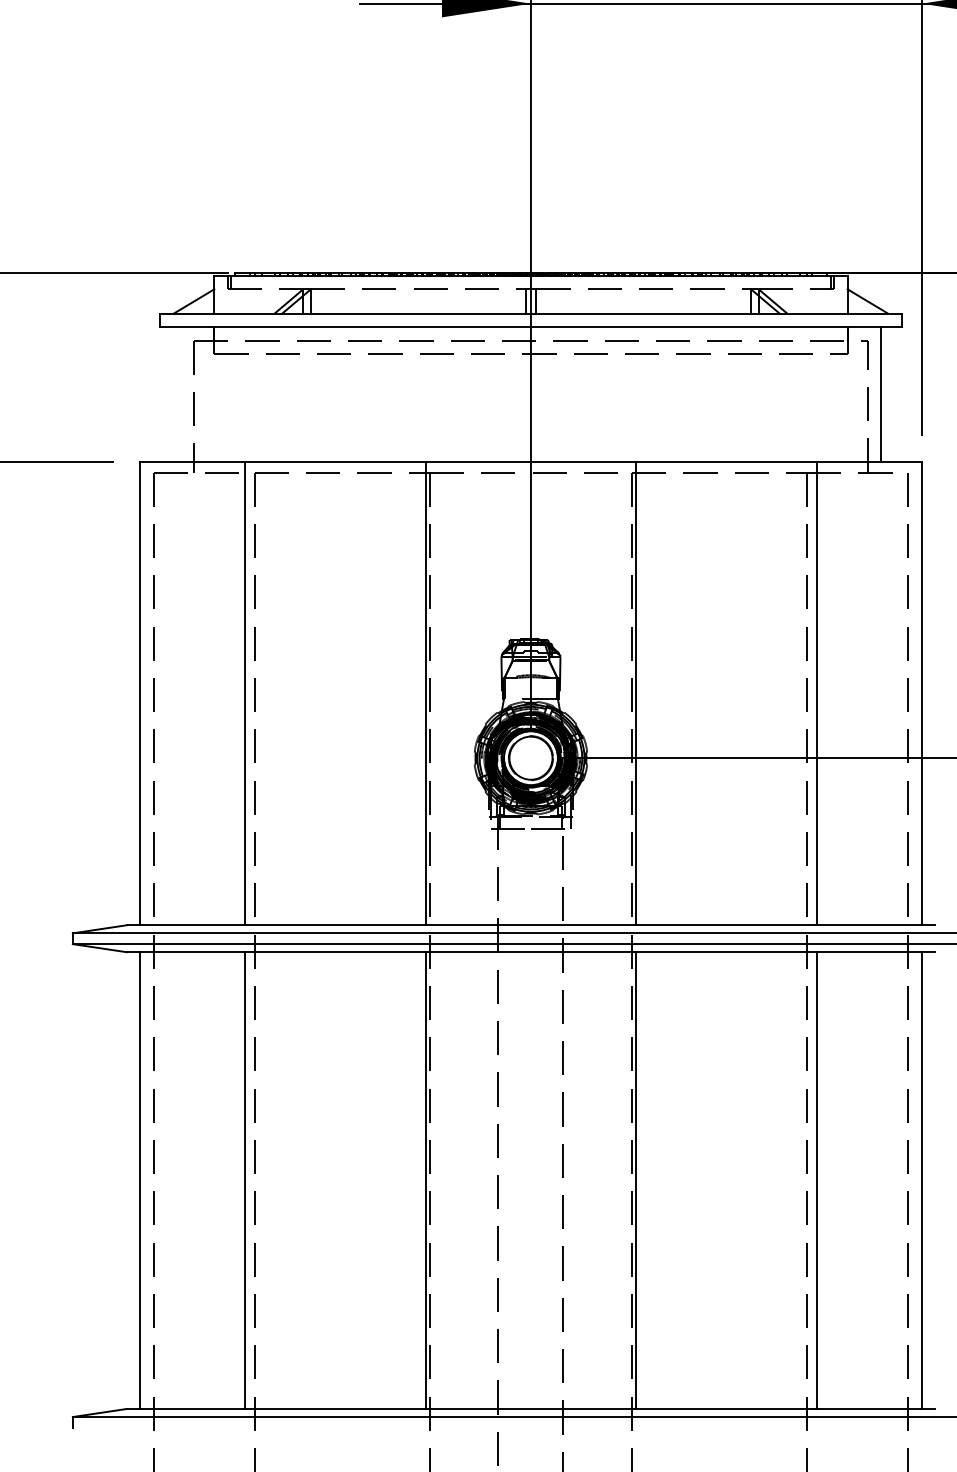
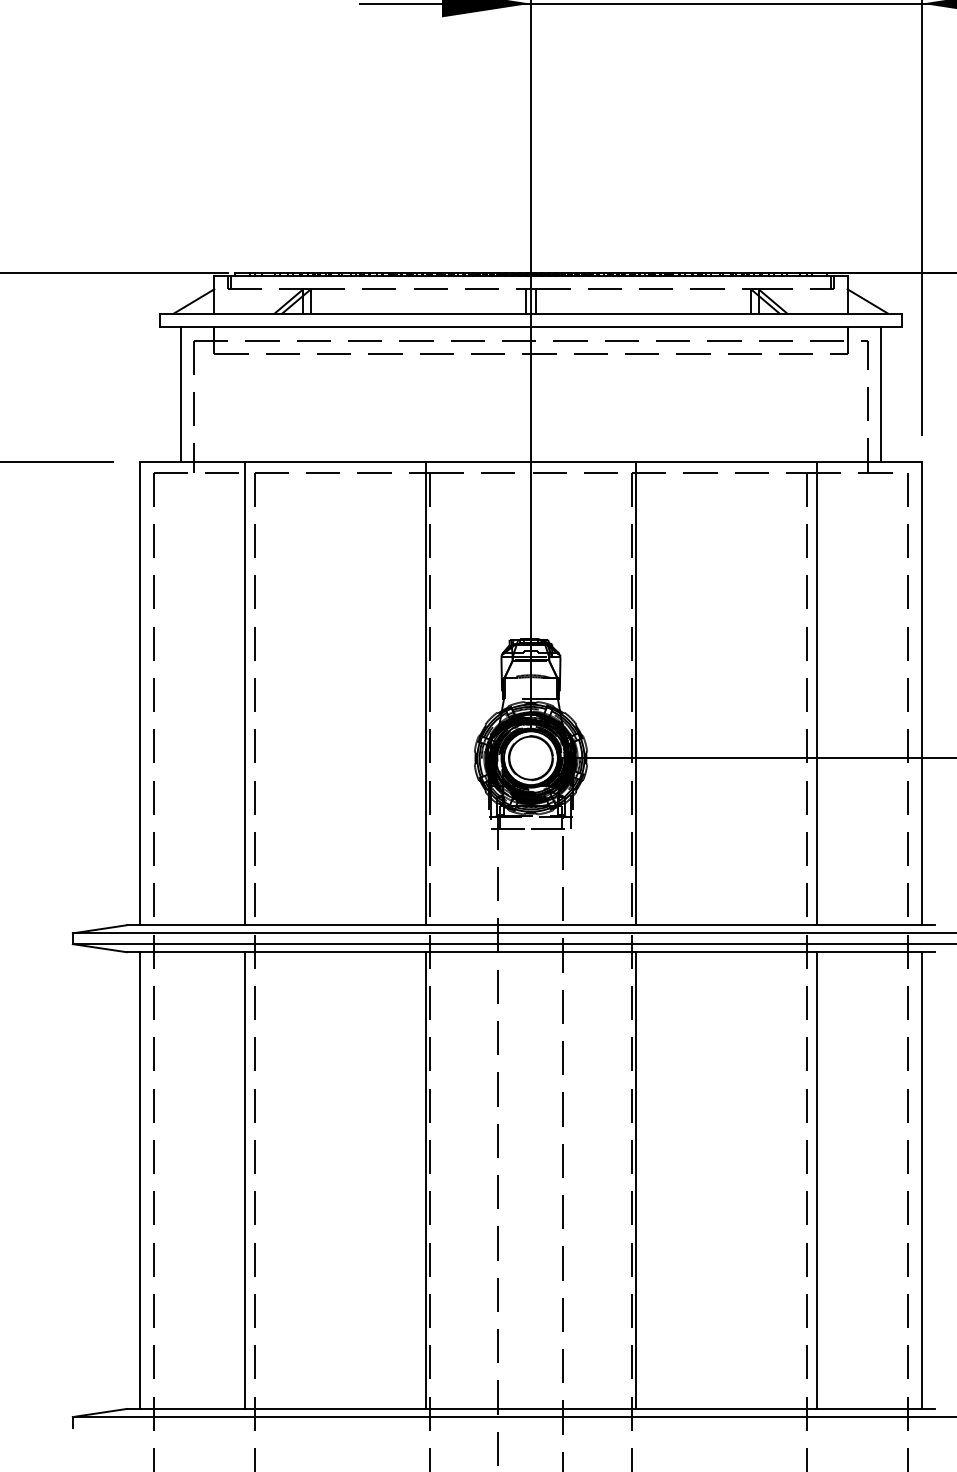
line at (180, 394): none -> present
